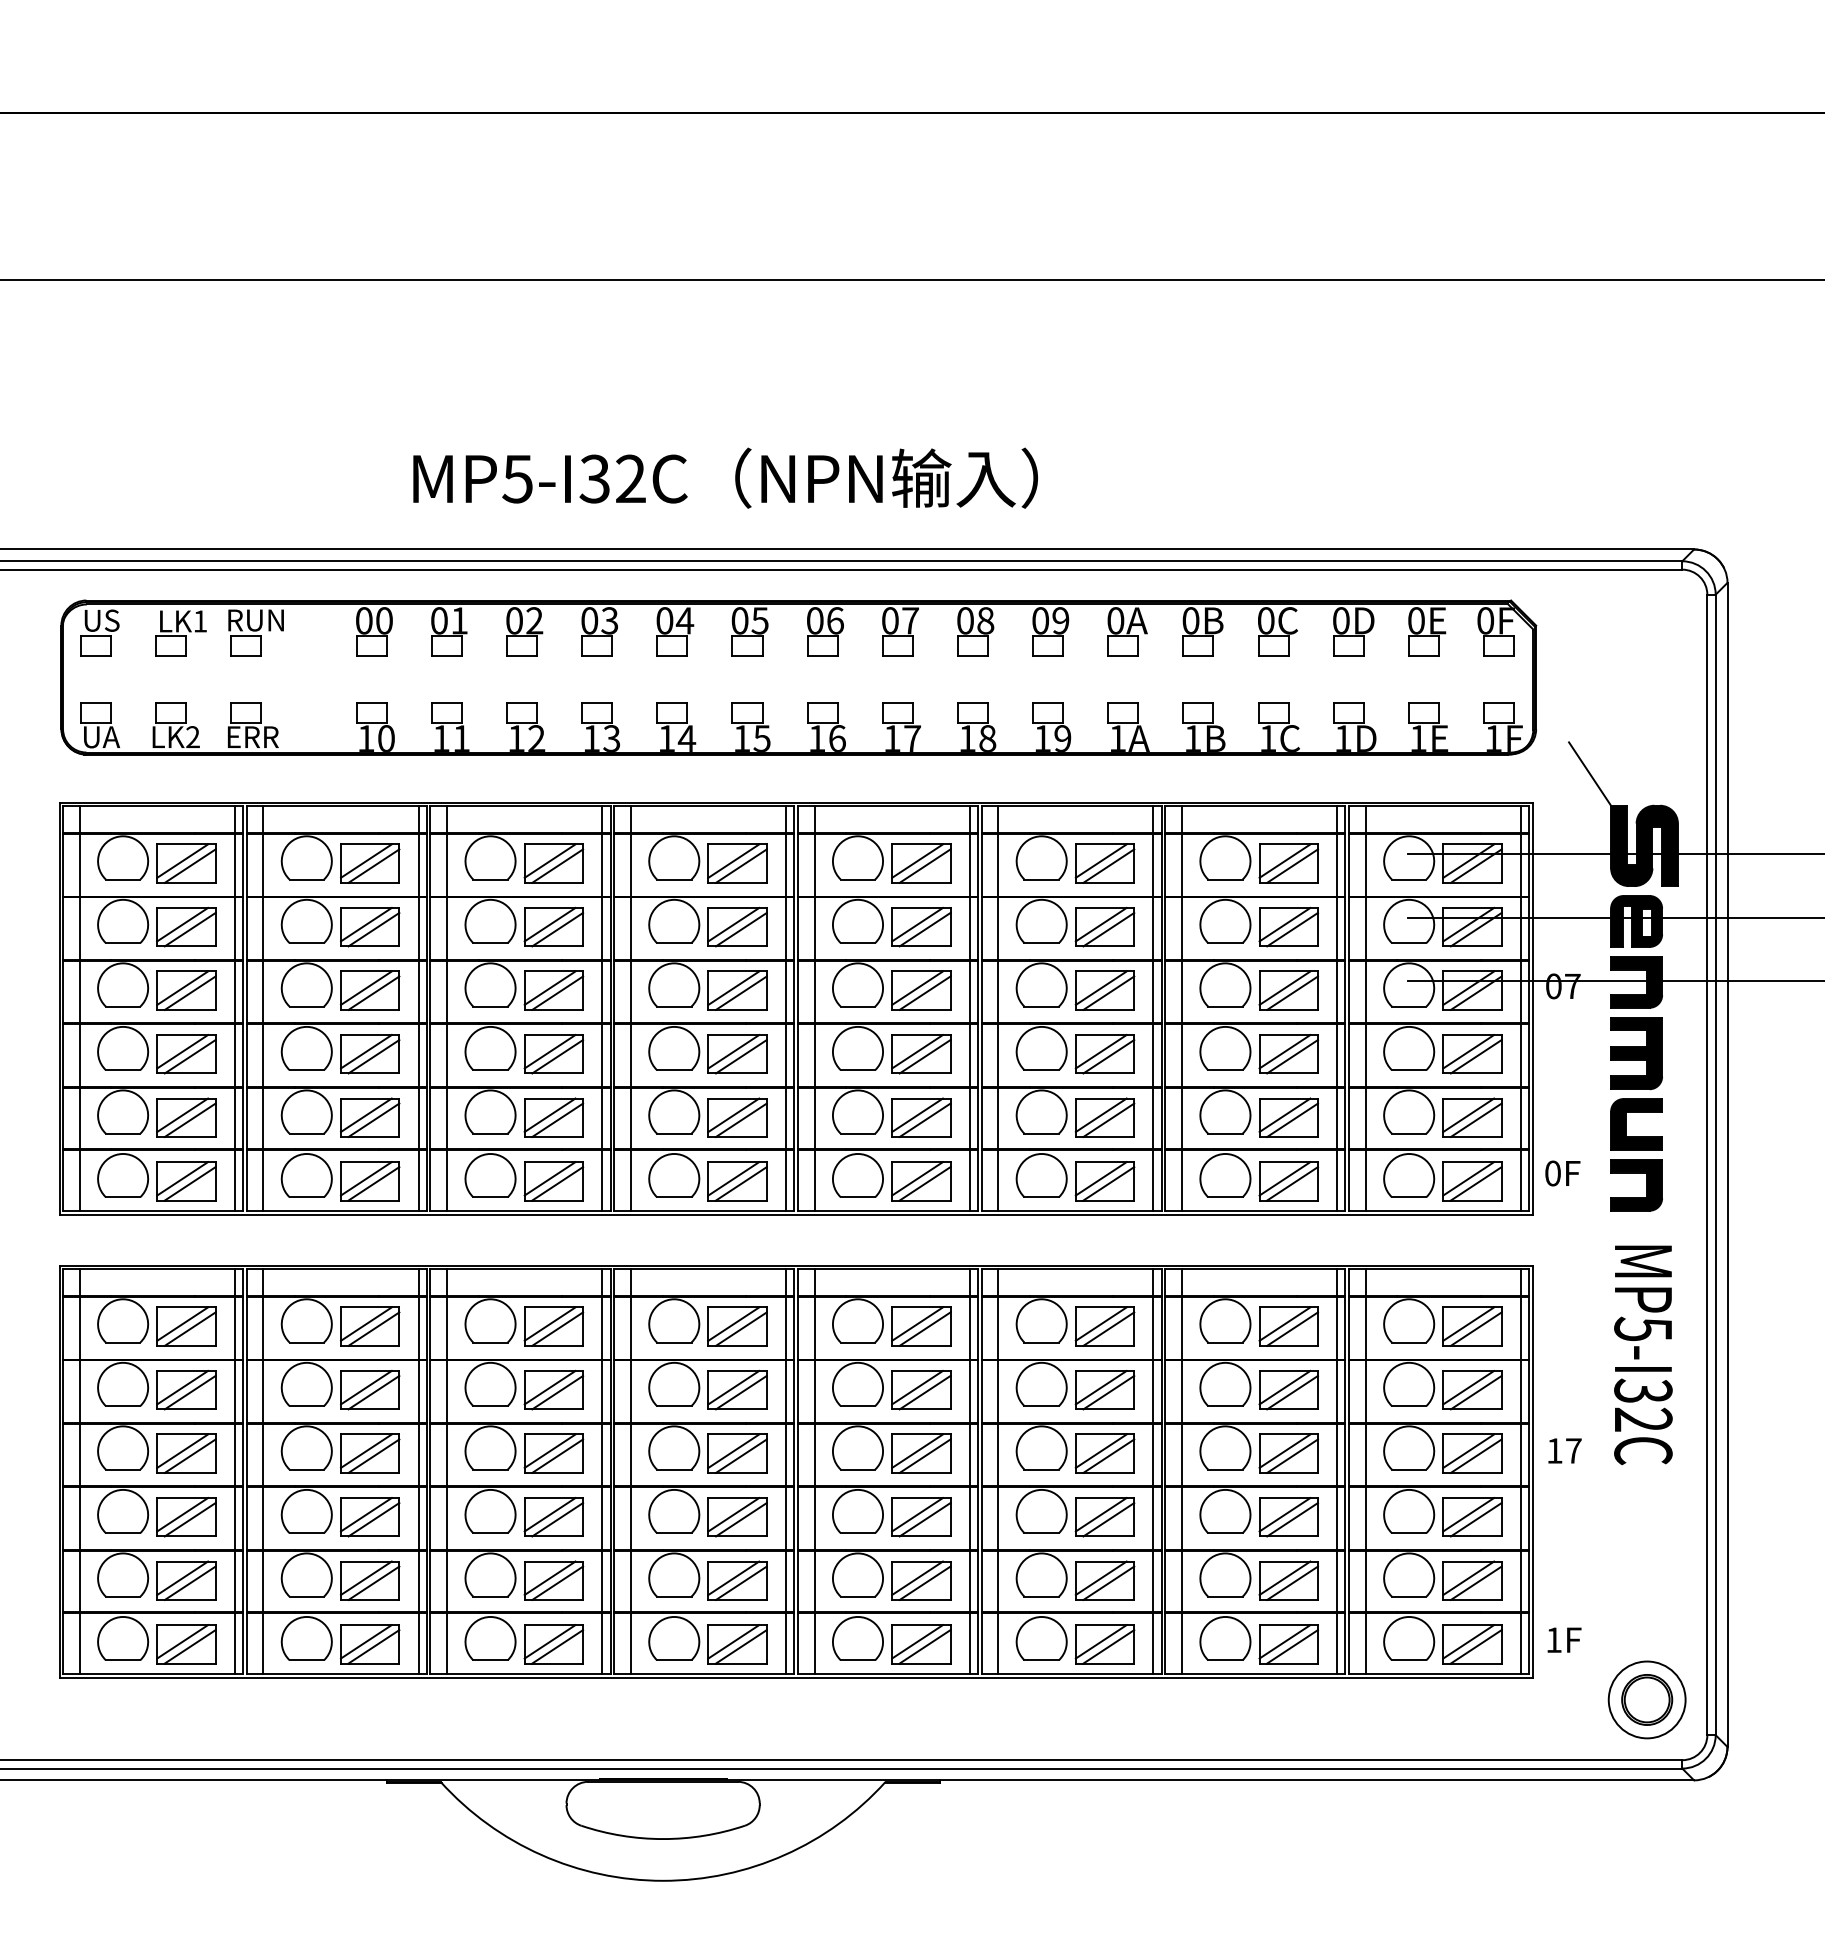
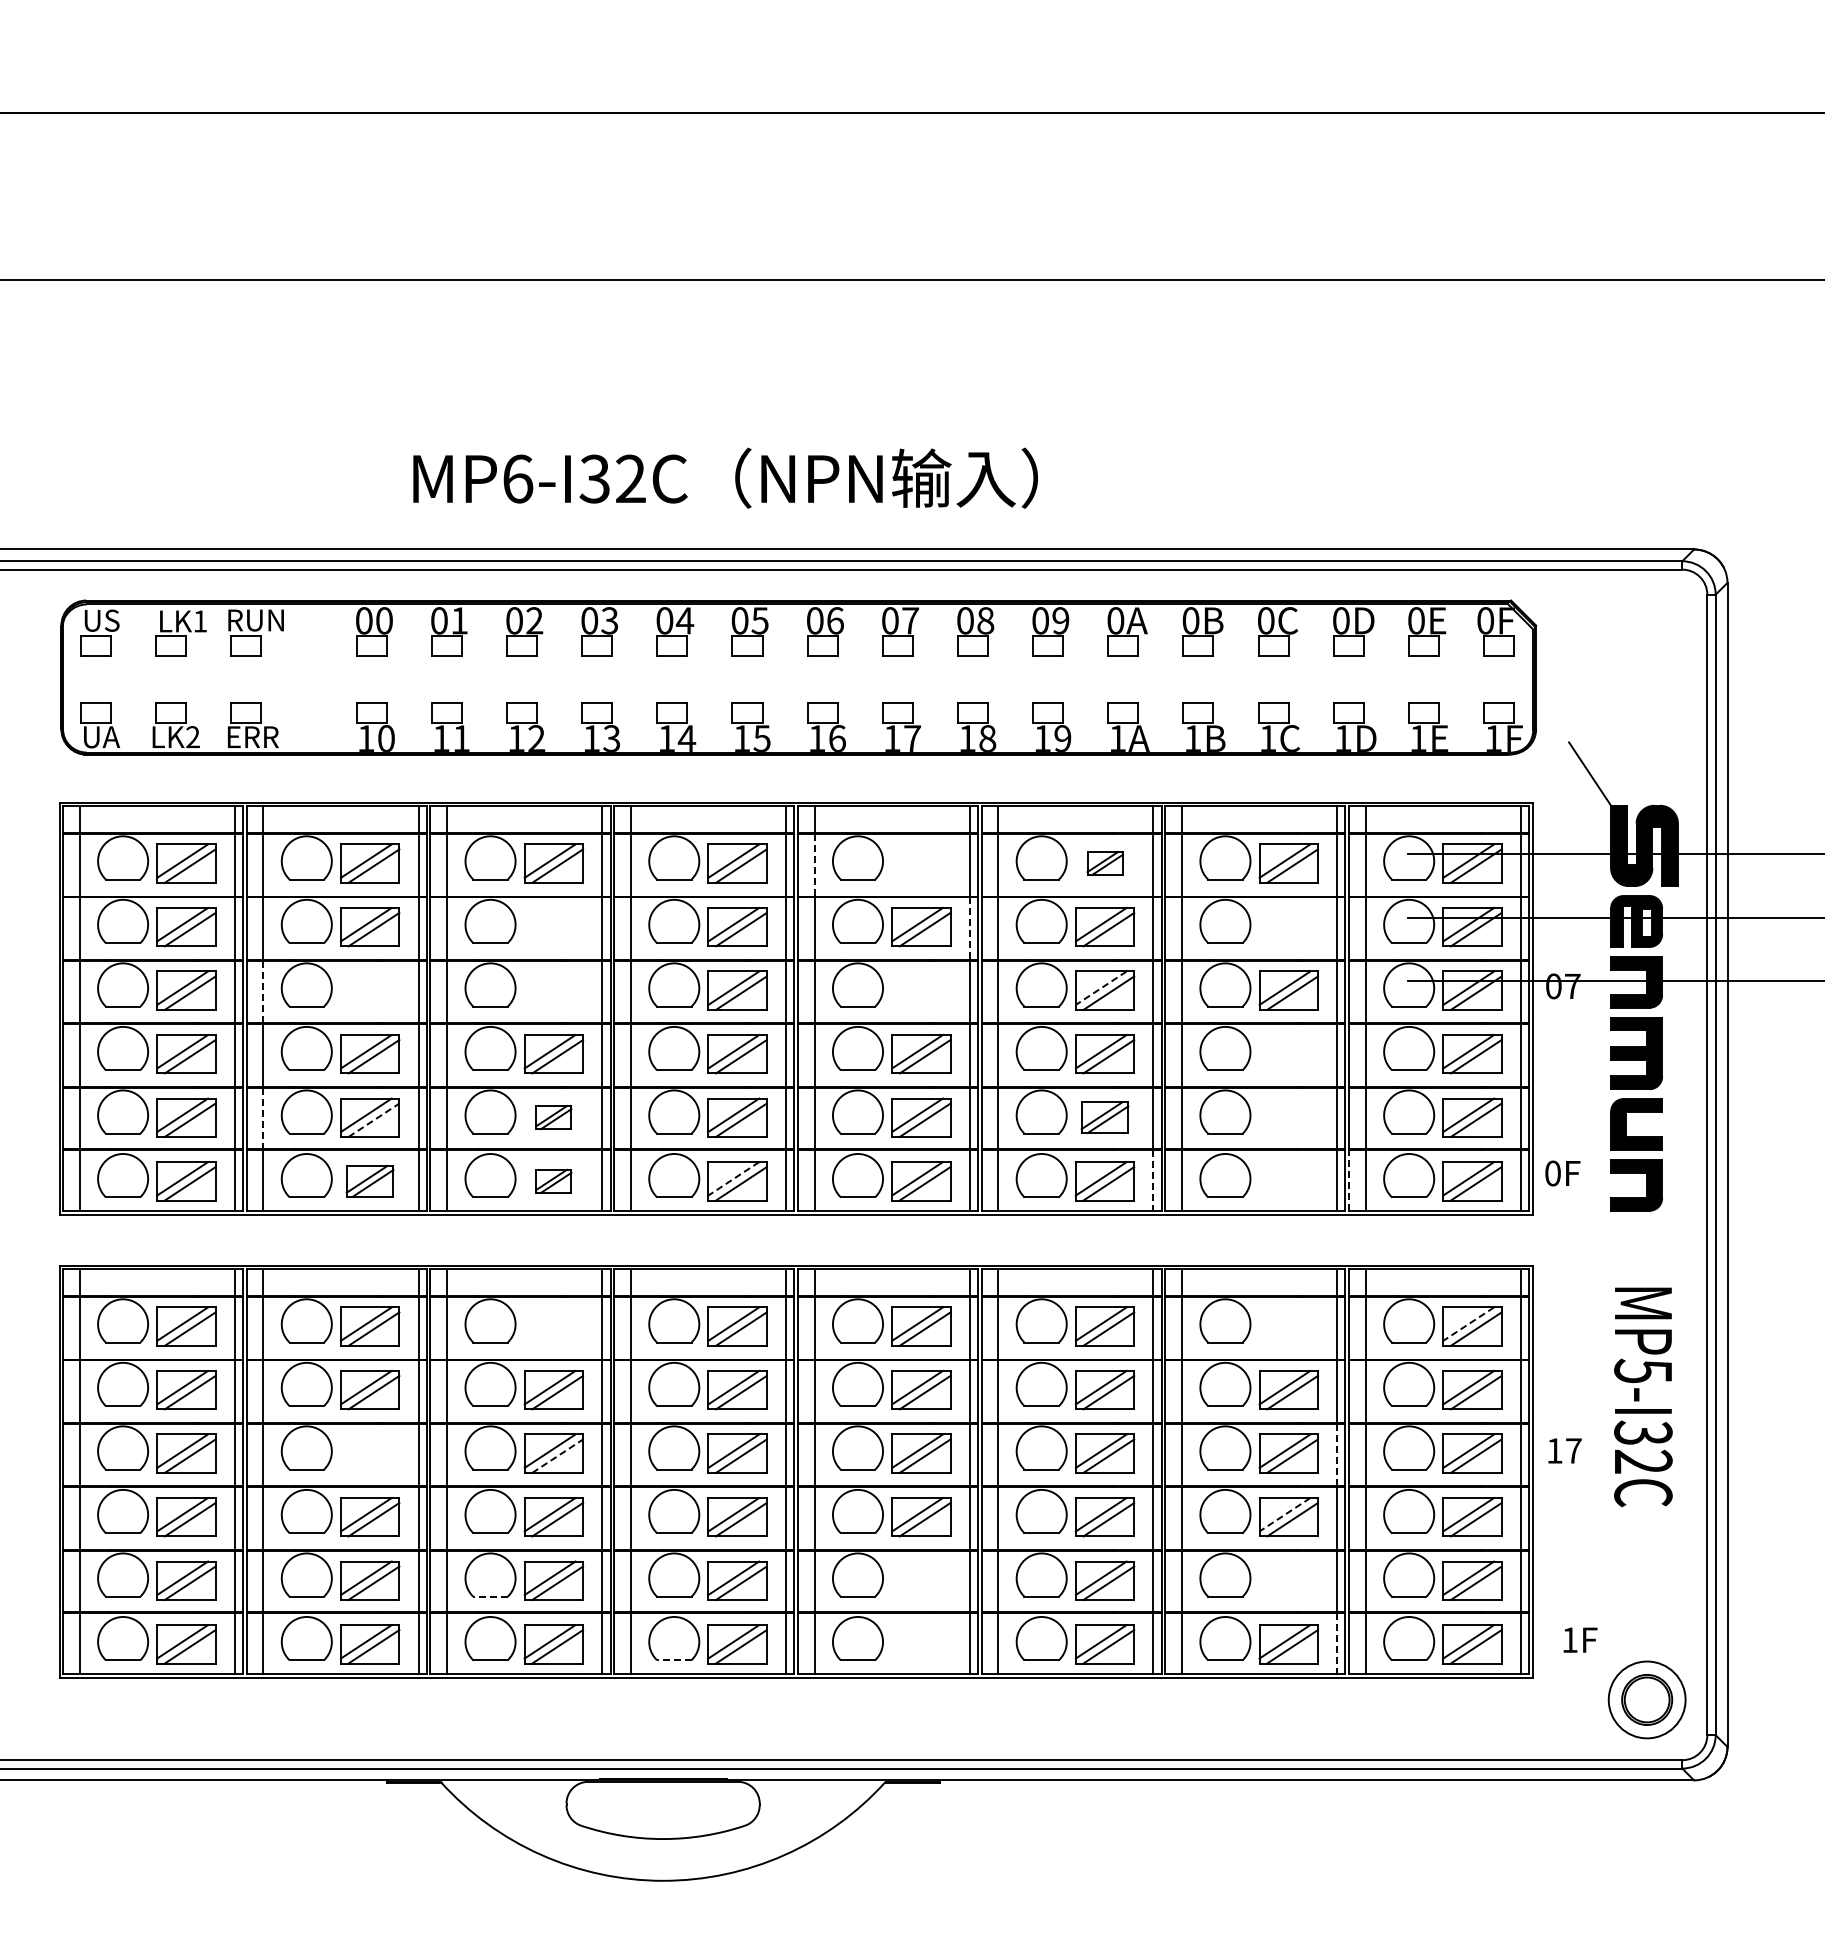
text at (517, 478): MP5-I32C -> MP6-I32C
part at (921, 863): present -> none
part at (1104, 863) size: 62x41 px -> 38x26 px
line at (814, 865): solid -> dashed
part at (553, 926): present -> none
part at (1288, 926): present -> none
line at (969, 929): solid -> dashed
line at (1100, 988): solid -> dashed
part at (370, 990): present -> none
part at (553, 990): present -> none
part at (921, 990): present -> none
line at (263, 992): solid -> dashed
part at (1288, 1054): present -> none
part at (553, 1117) size: 62x41 px -> 38x26 px
part at (1104, 1117) size: 62x41 px -> 50x34 px
part at (1288, 1117): present -> none
line at (263, 1118): solid -> dashed
line at (374, 1120): solid -> dashed
line at (733, 1179): solid -> dashed
line at (1153, 1180): solid -> dashed
line at (1349, 1180): solid -> dashed
part at (369, 1181) size: 62x41 px -> 50x34 px
part at (553, 1181) size: 62x41 px -> 38x26 px
part at (1288, 1181): present -> none
line at (1468, 1324): solid -> dashed
part at (553, 1326): present -> none
part at (1288, 1326): present -> none
text at (1643, 1355) position: (1643, 1355) -> (1643, 1397)
part at (370, 1453): present -> none
line at (558, 1455): solid -> dashed
line at (1337, 1455): solid -> dashed
line at (1284, 1515): solid -> dashed
part at (921, 1580): present -> none
part at (1288, 1580): present -> none
line at (490, 1596): solid -> dashed
text at (1564, 1639) position: (1564, 1639) -> (1580, 1639)
line at (1337, 1643): solid -> dashed
part at (921, 1644): present -> none
line at (673, 1660): solid -> dashed
